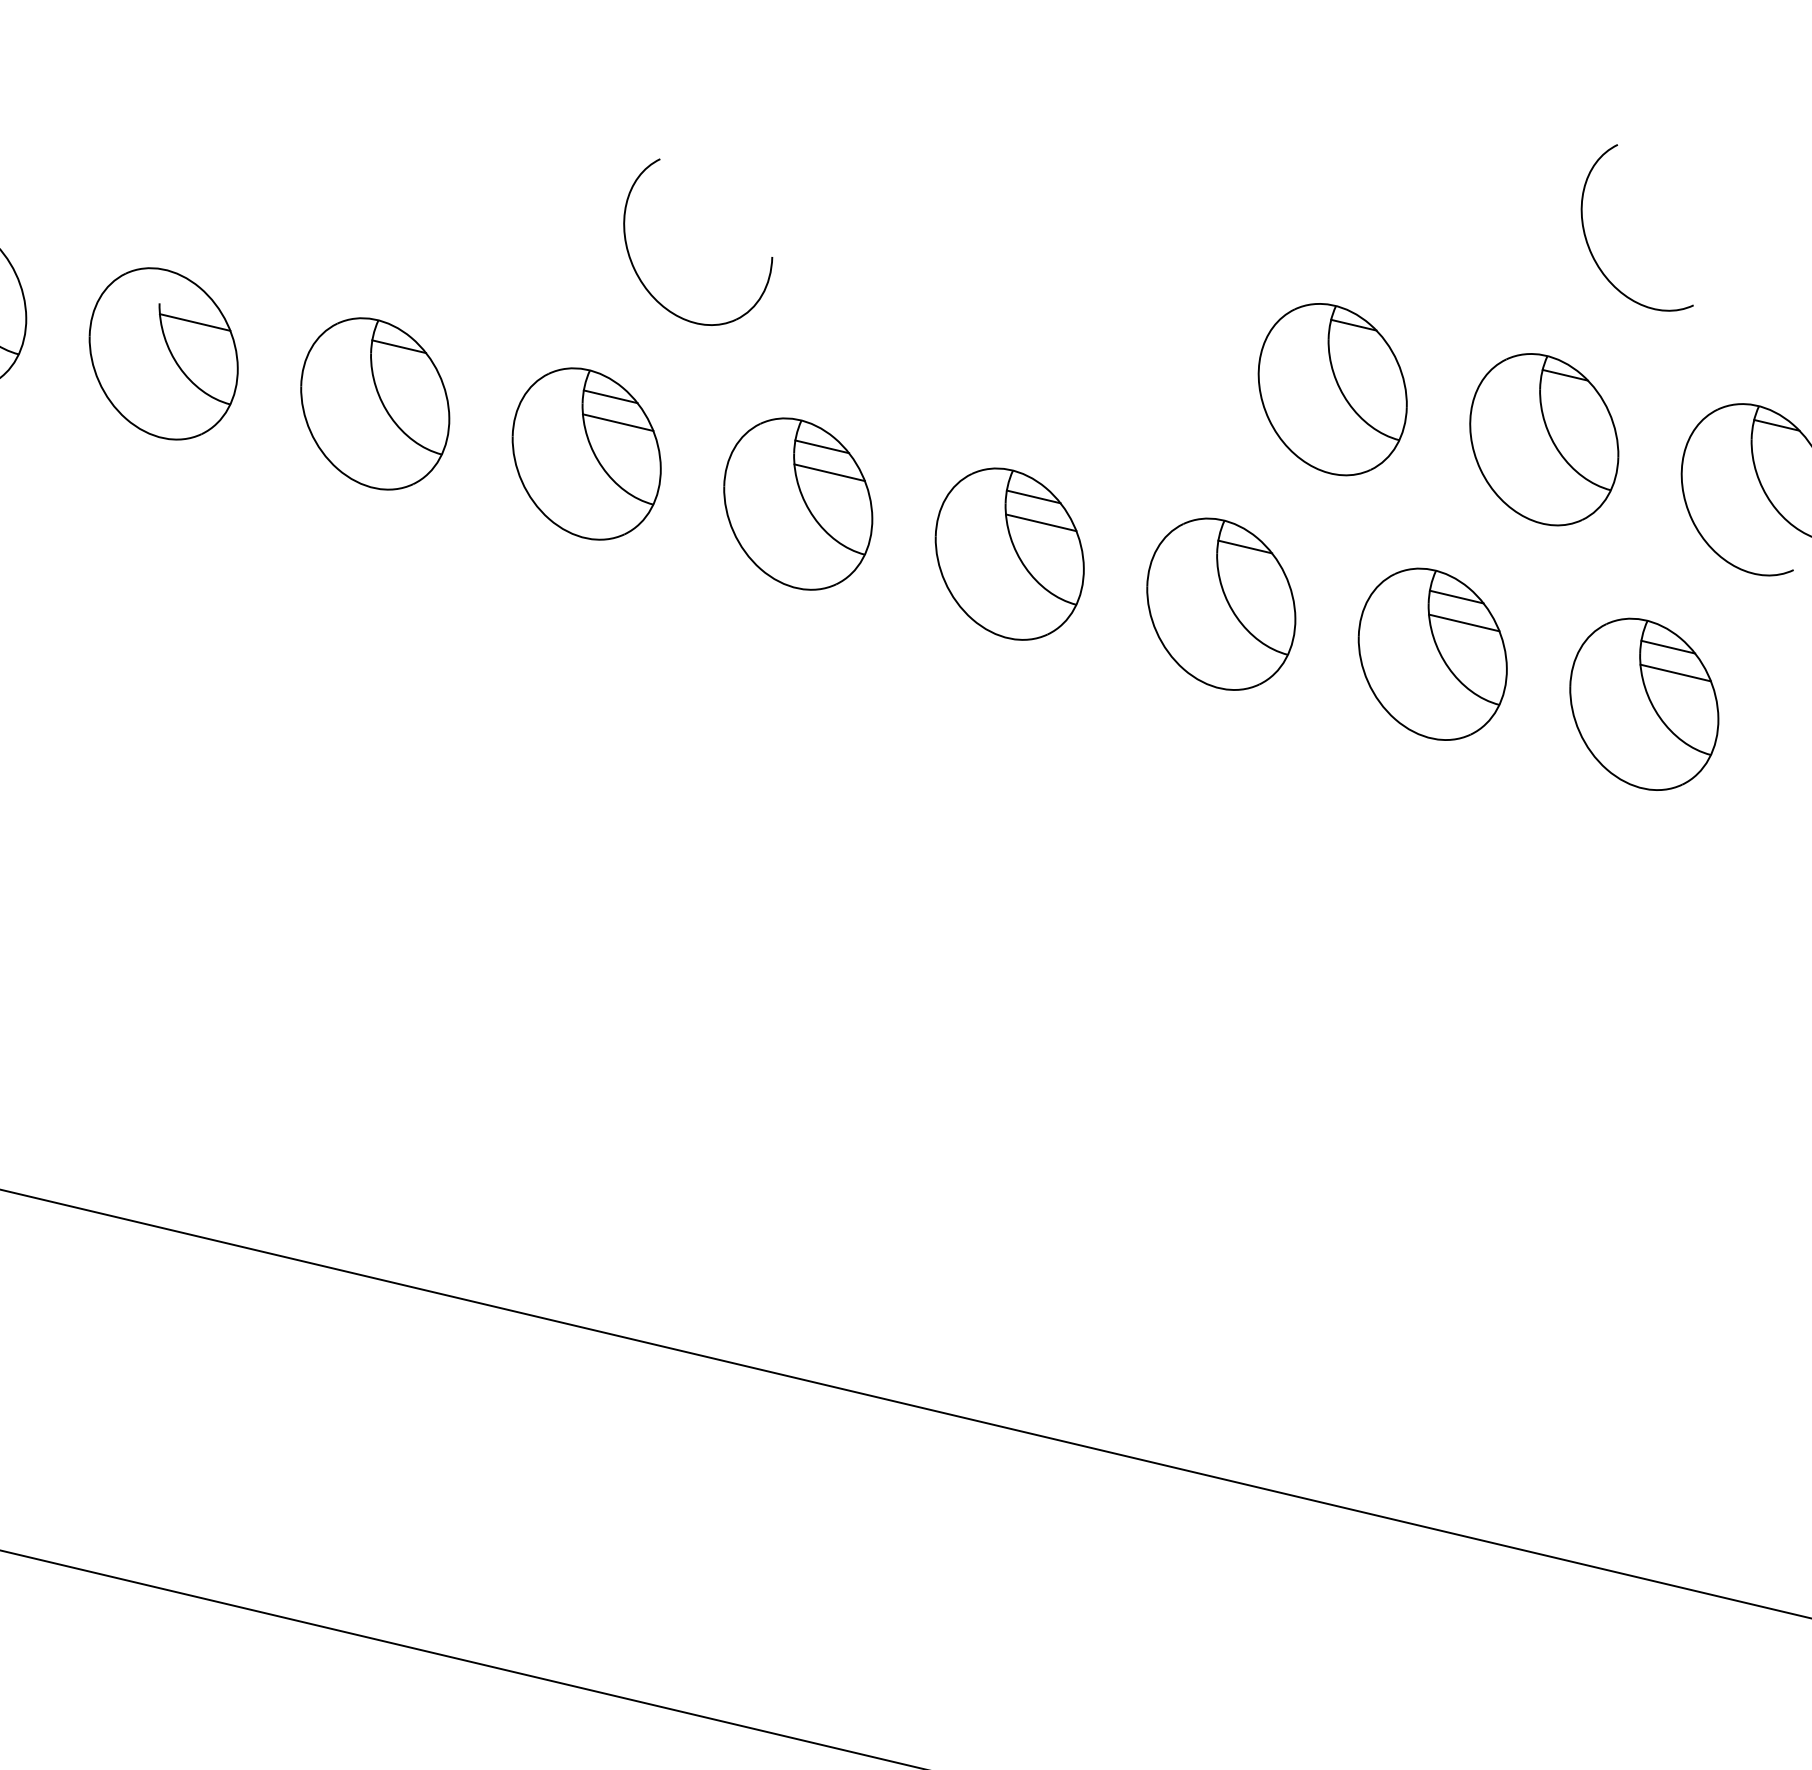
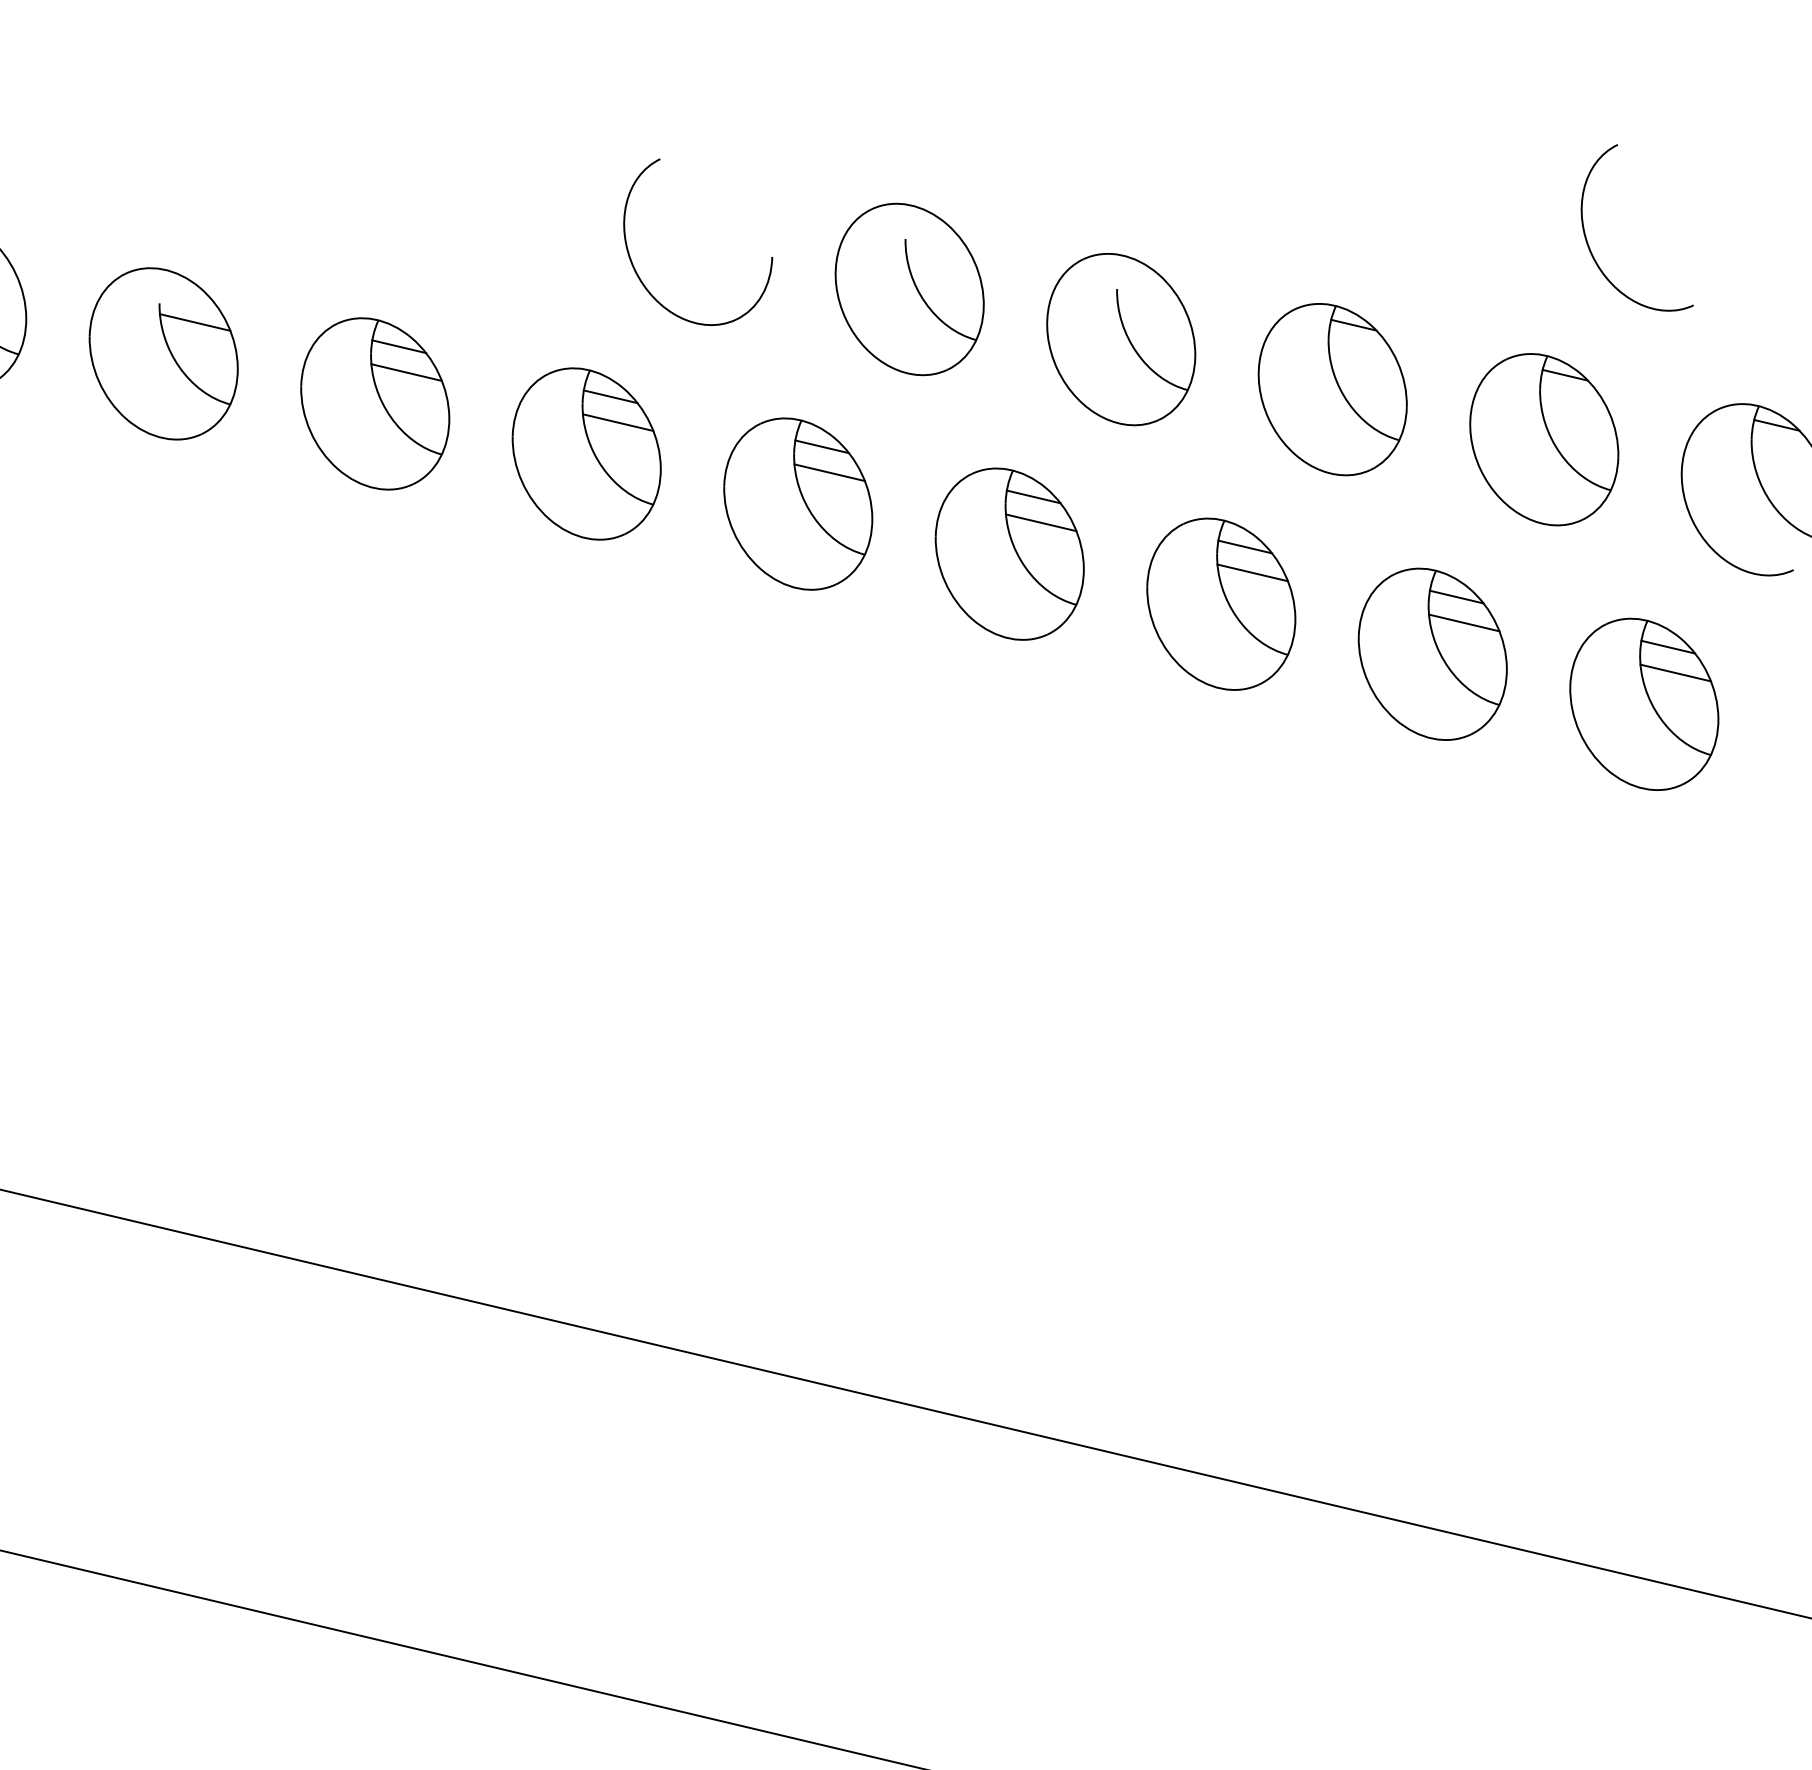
part at (909, 289): none -> present
part at (1121, 339): none -> present
line at (406, 372): none -> present
line at (1252, 572): none -> present
